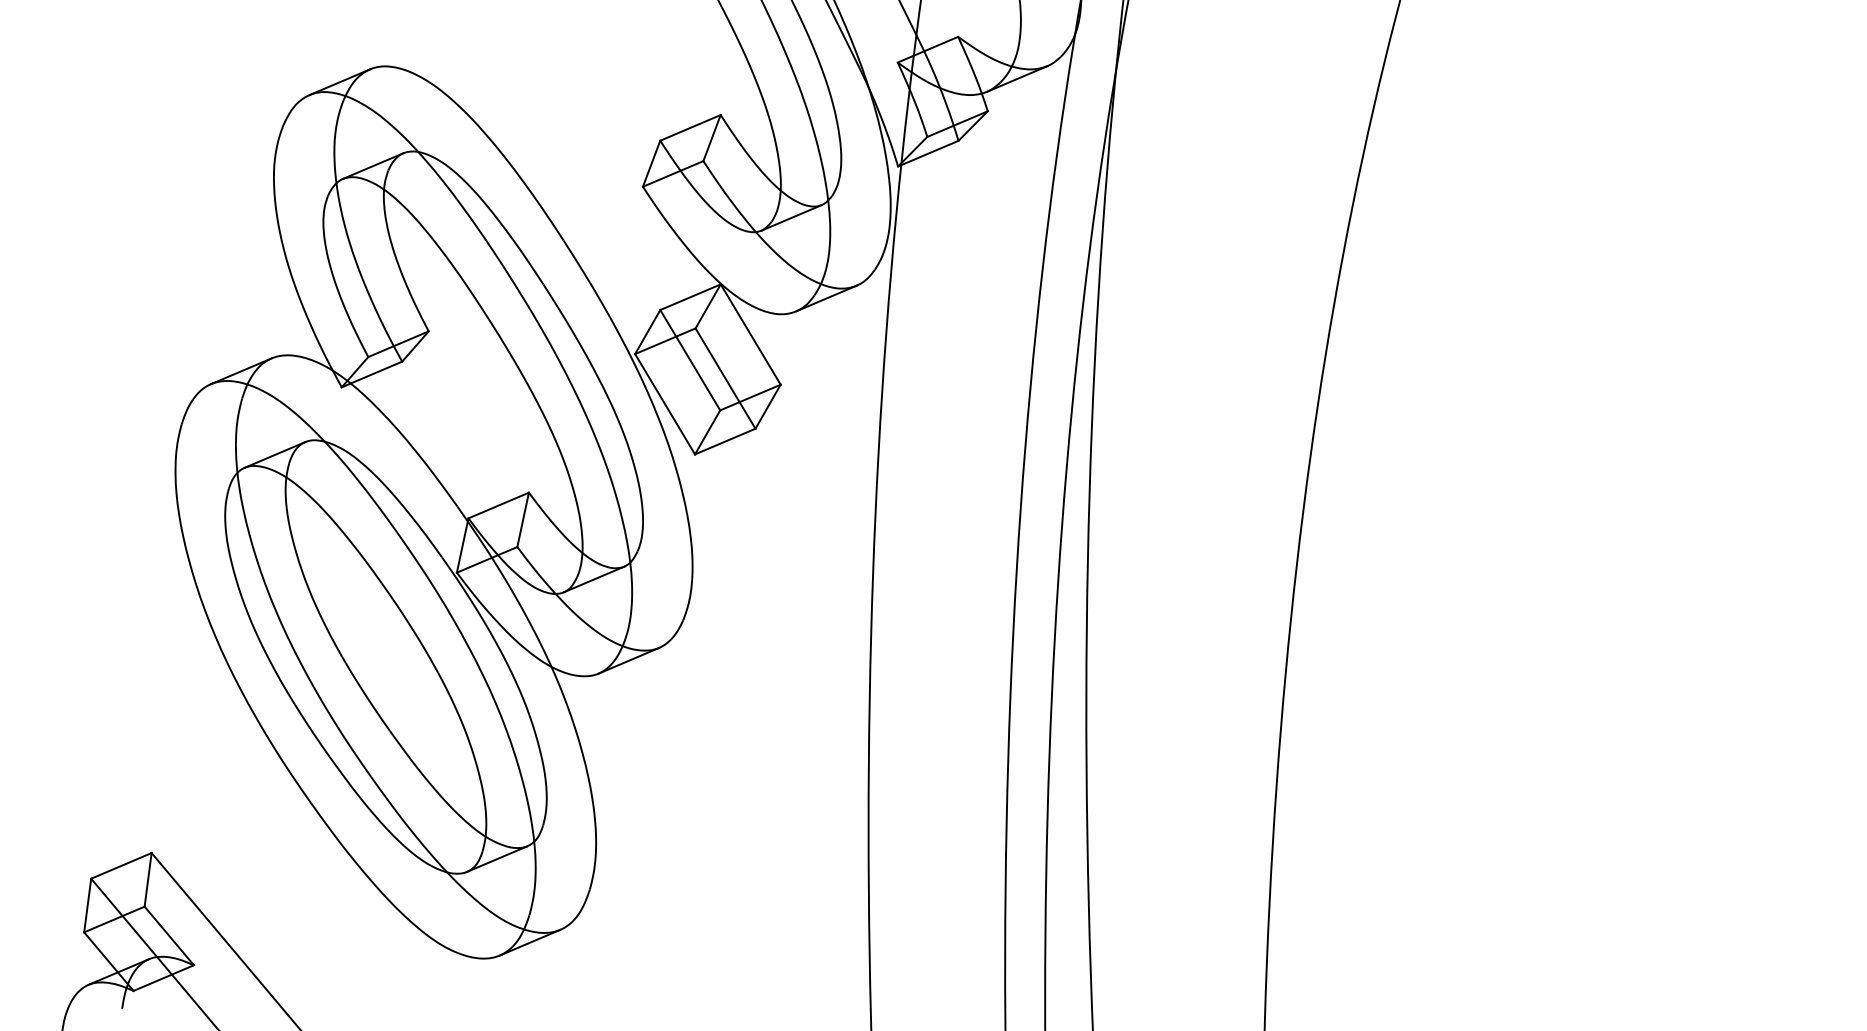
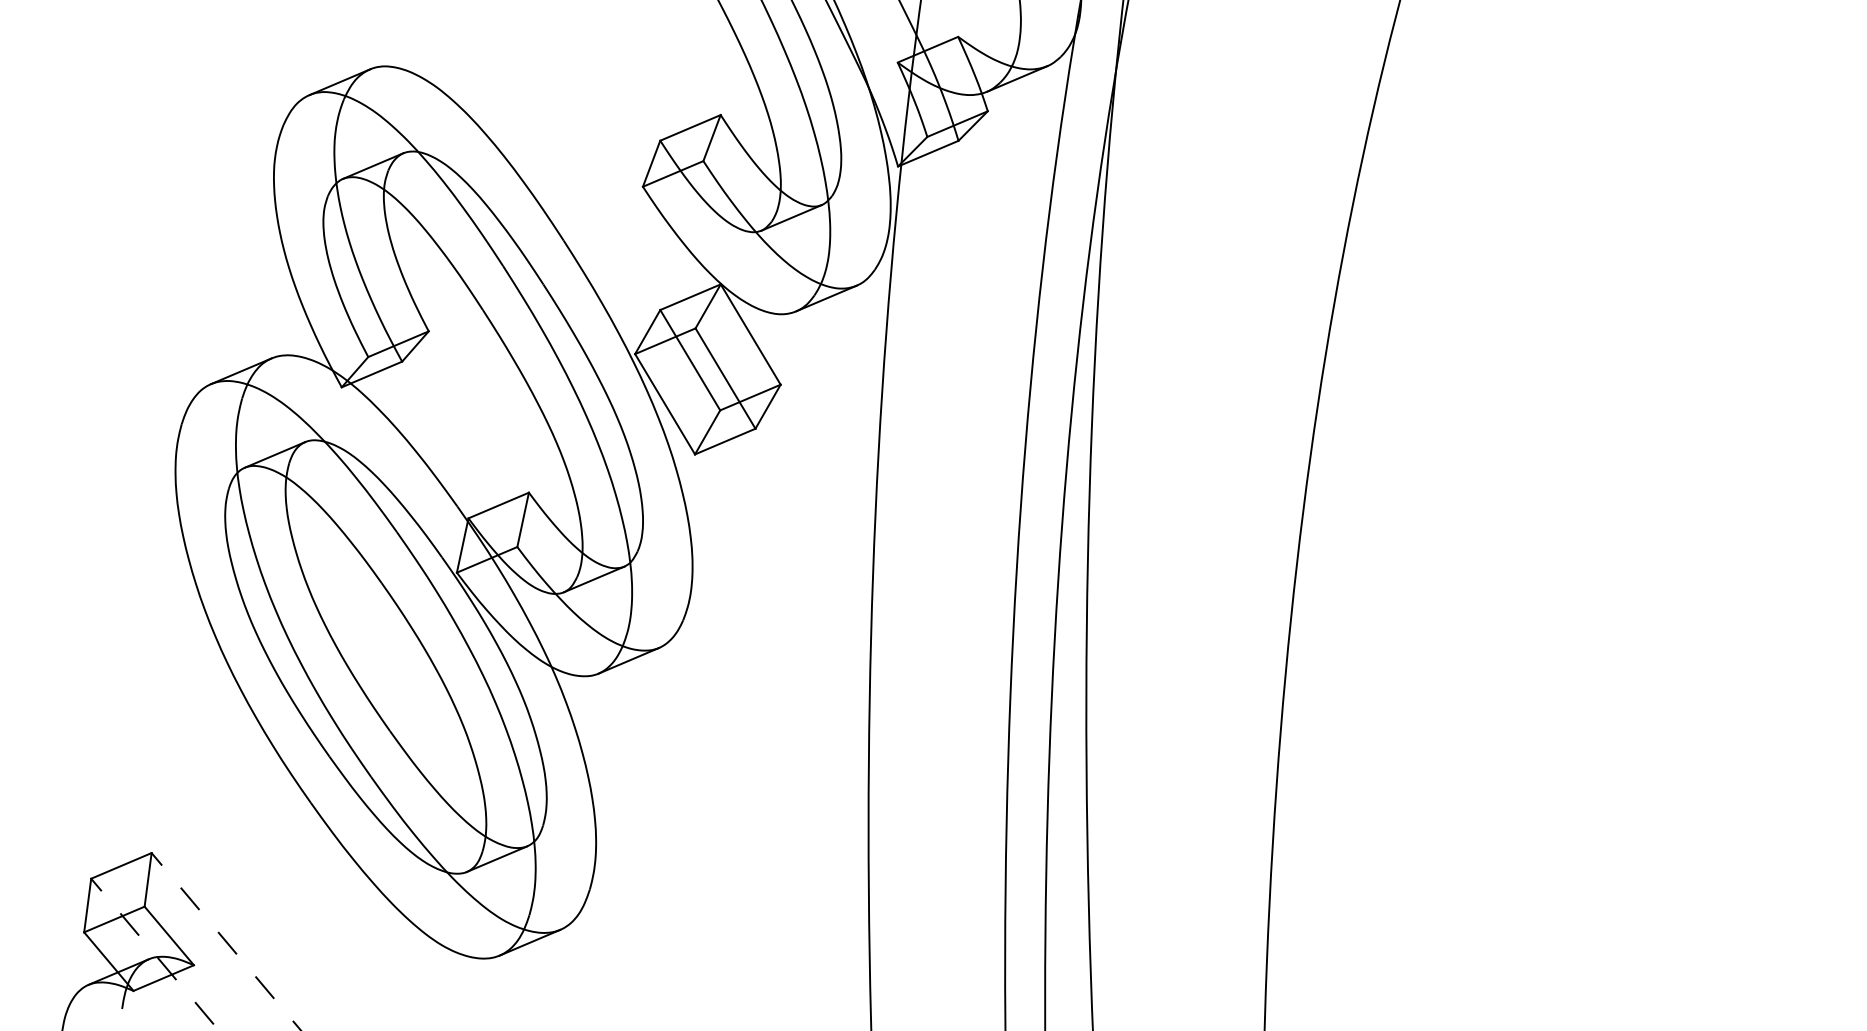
line at (226, 941): solid -> dashed
line at (154, 954): solid -> dashed
